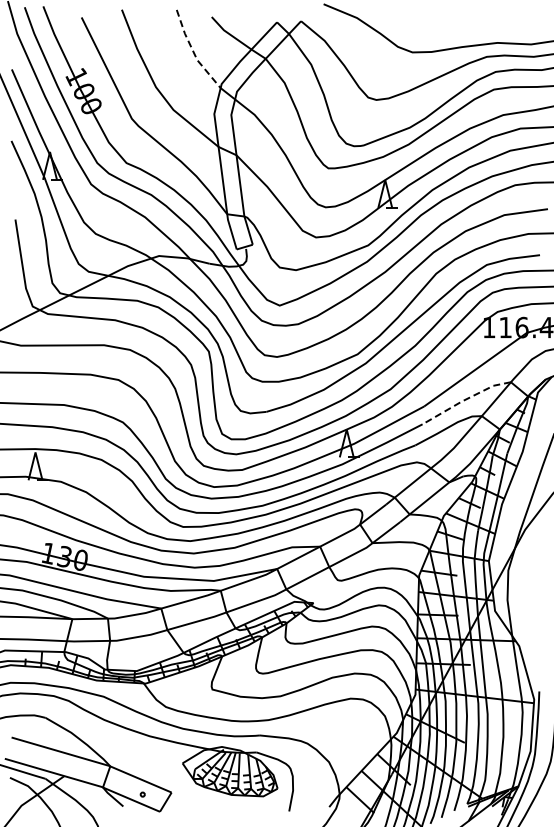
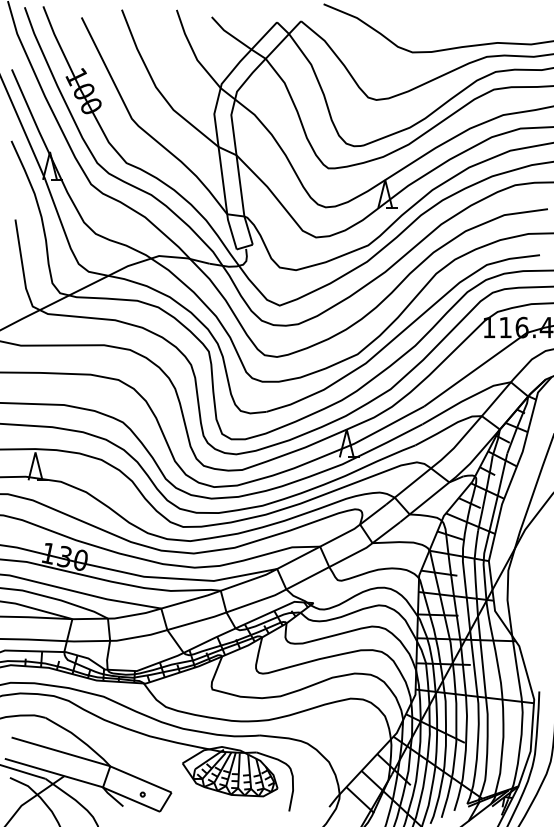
line at (193, 52): dashed -> solid
line at (465, 399): dashed -> solid
